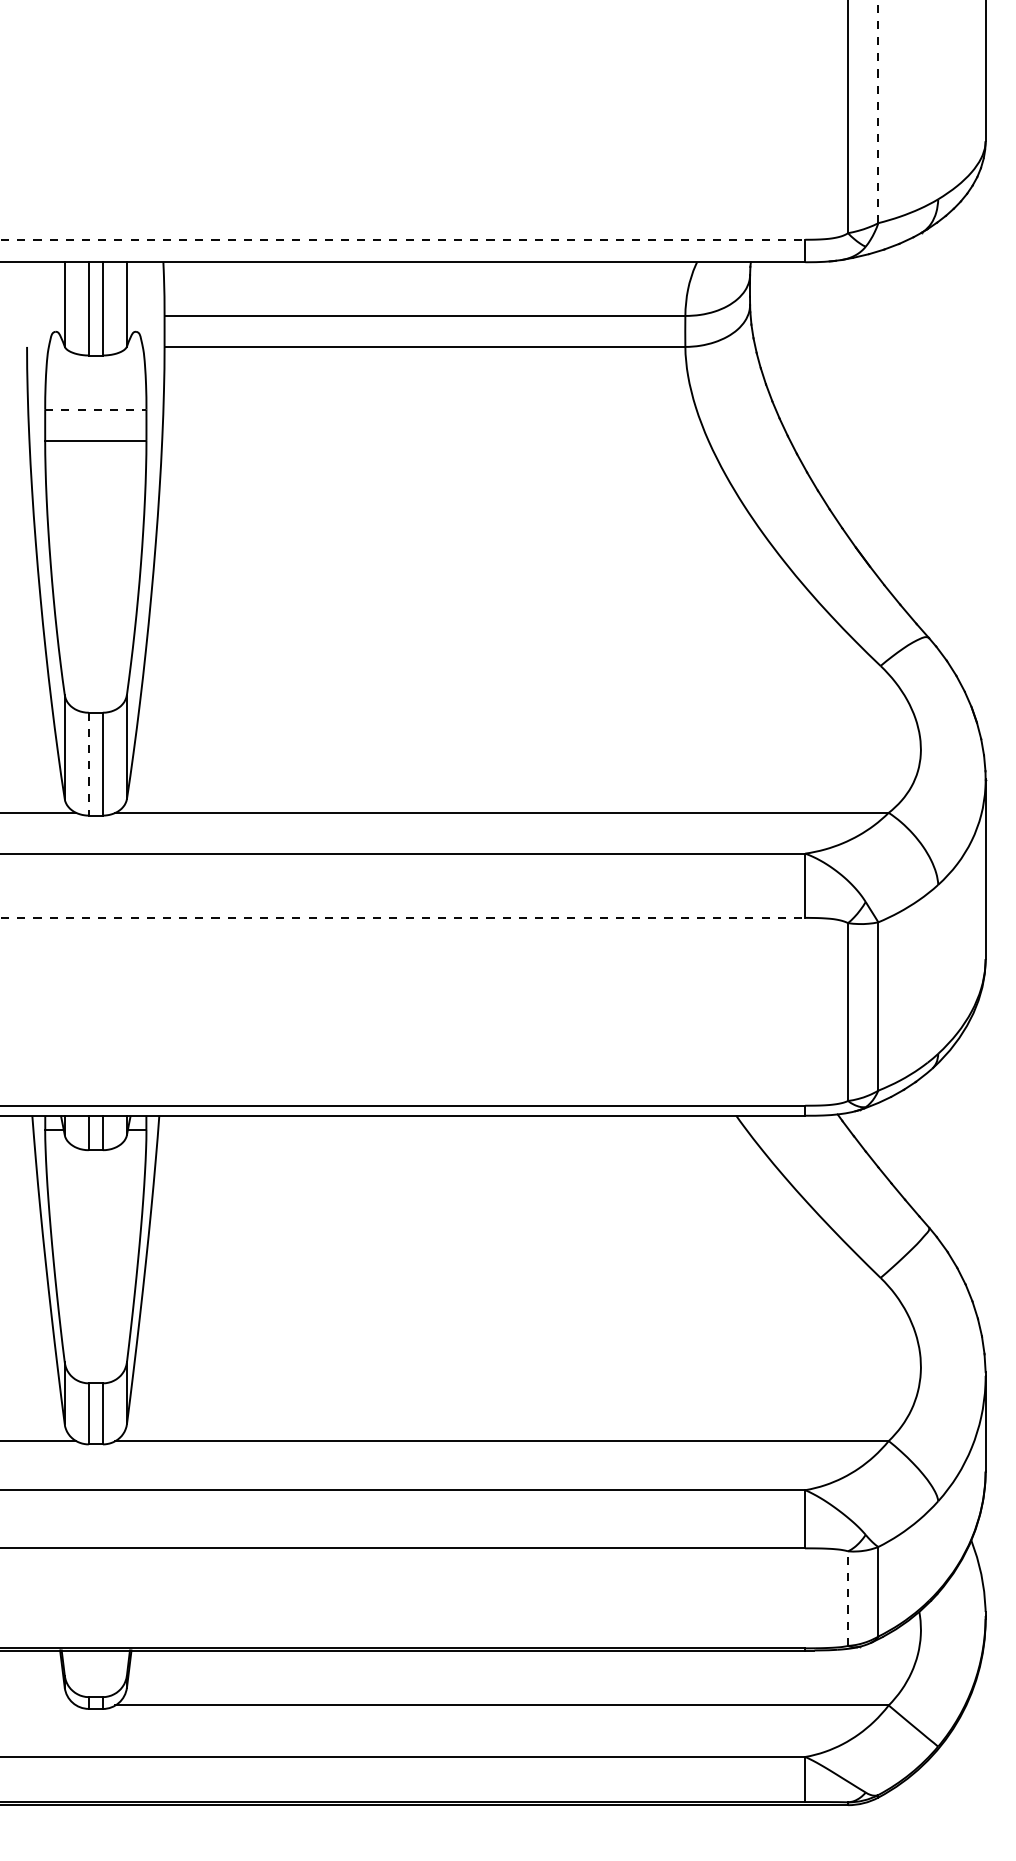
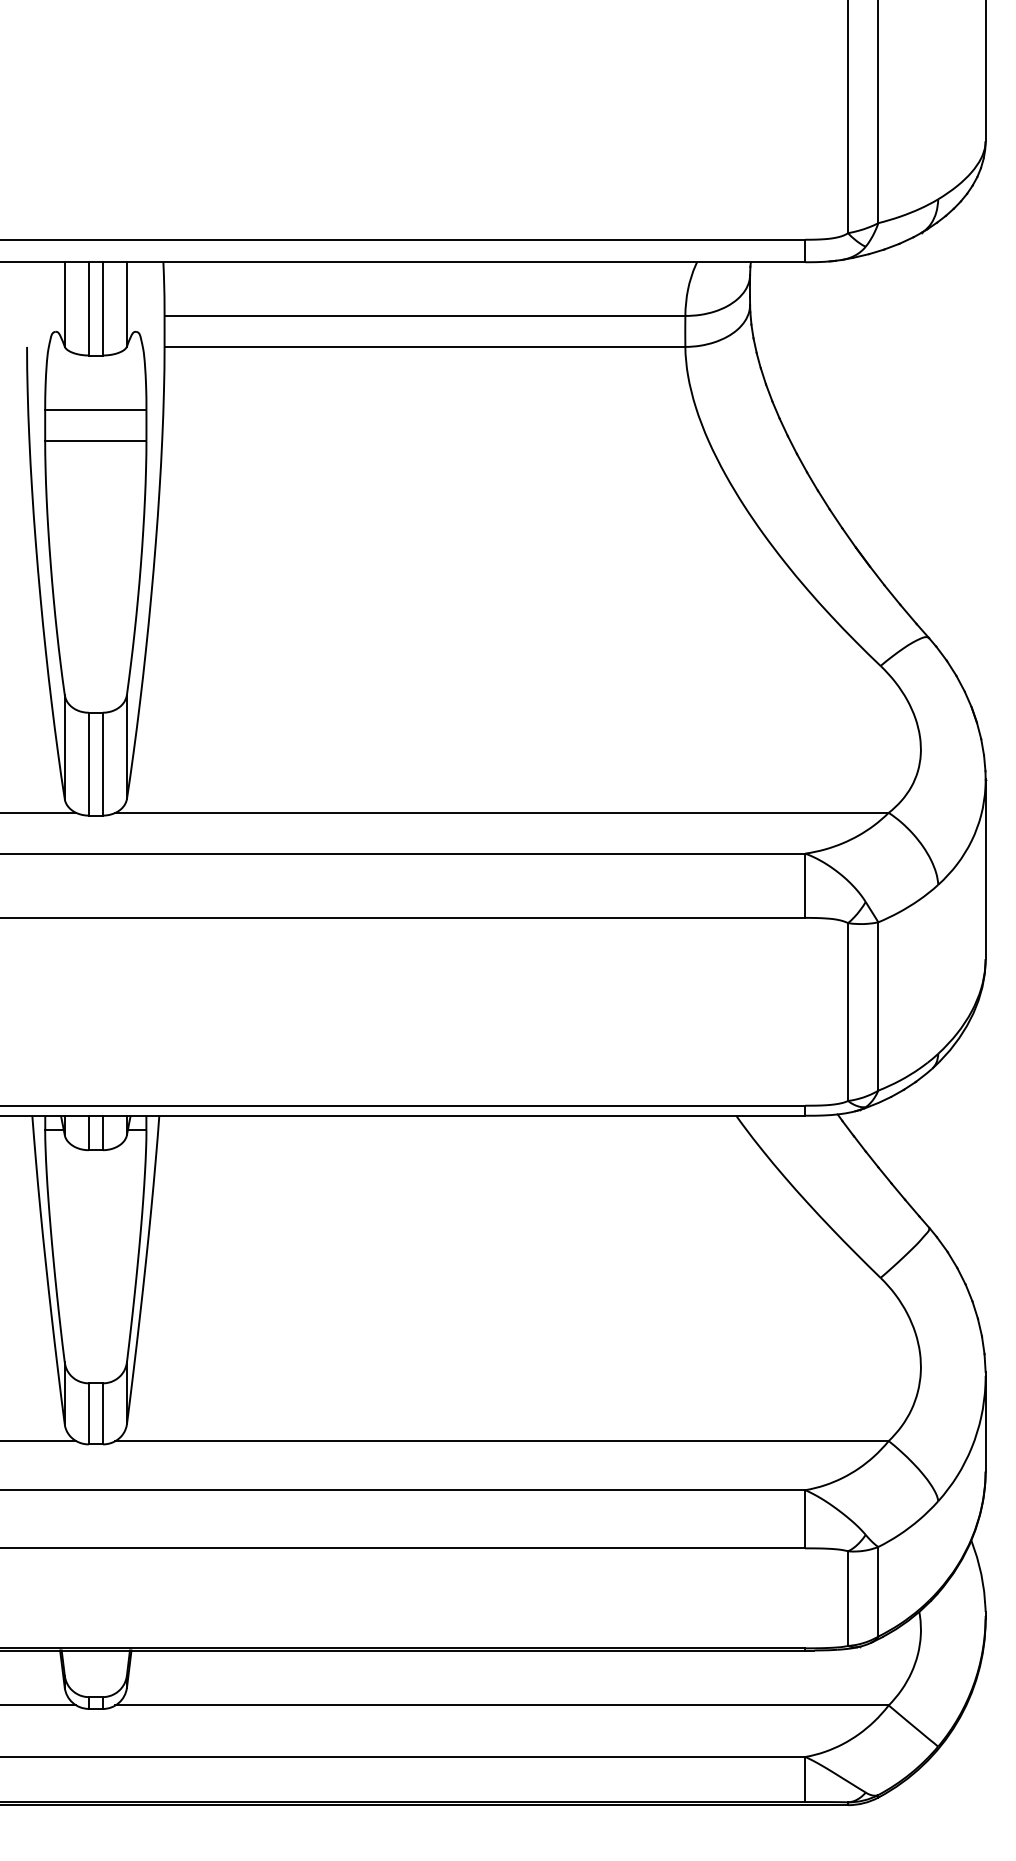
line at (878, 111): dashed -> solid
line at (403, 239): dashed -> solid
line at (95, 409): dashed -> solid
line at (88, 764): dashed -> solid
line at (403, 917): dashed -> solid
line at (848, 1598): dashed -> solid
line at (39, 1705): none -> present
